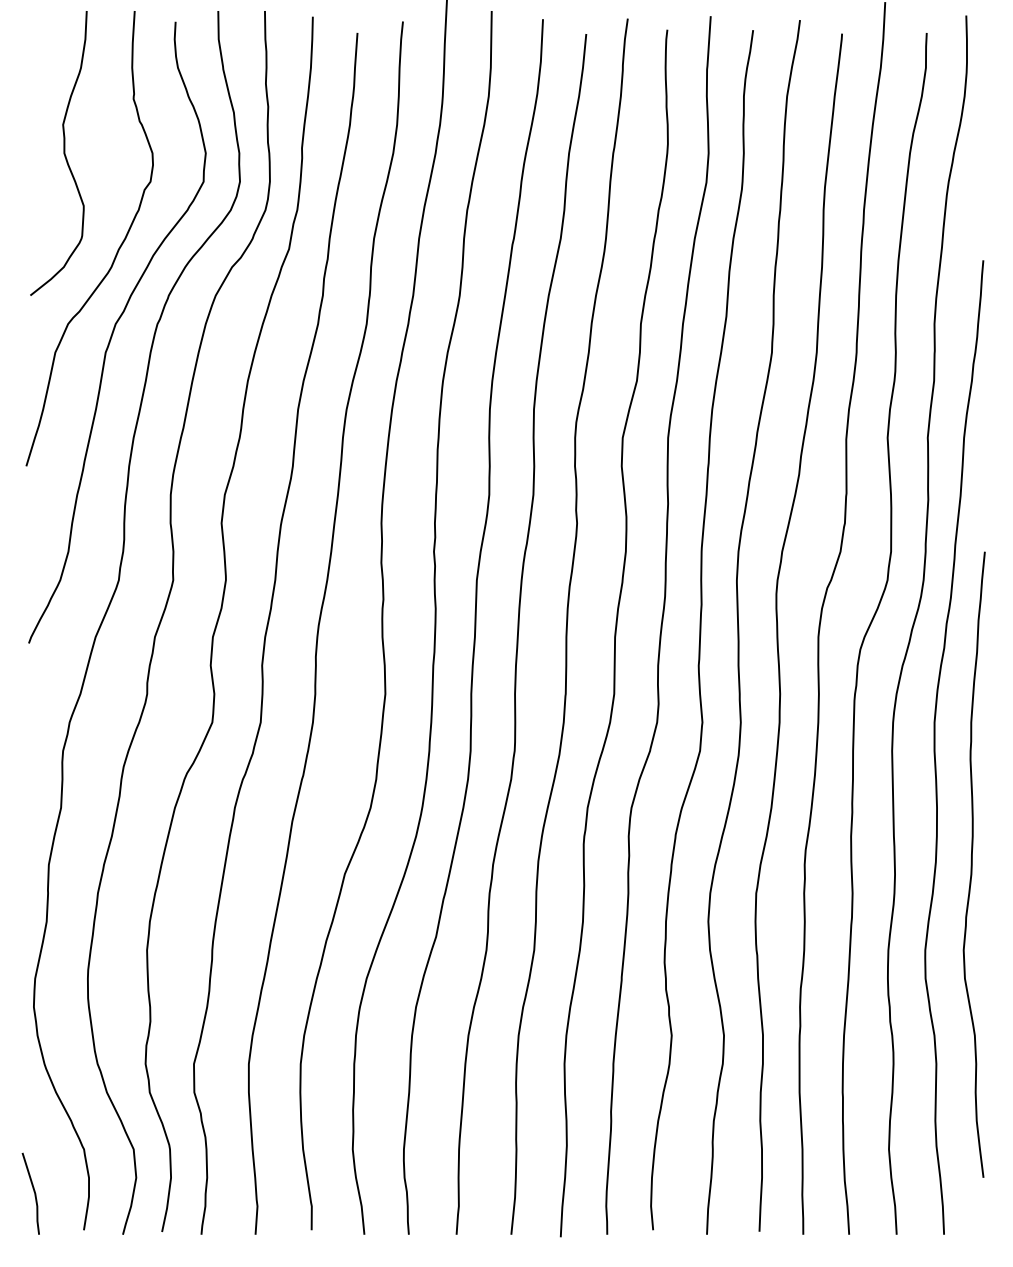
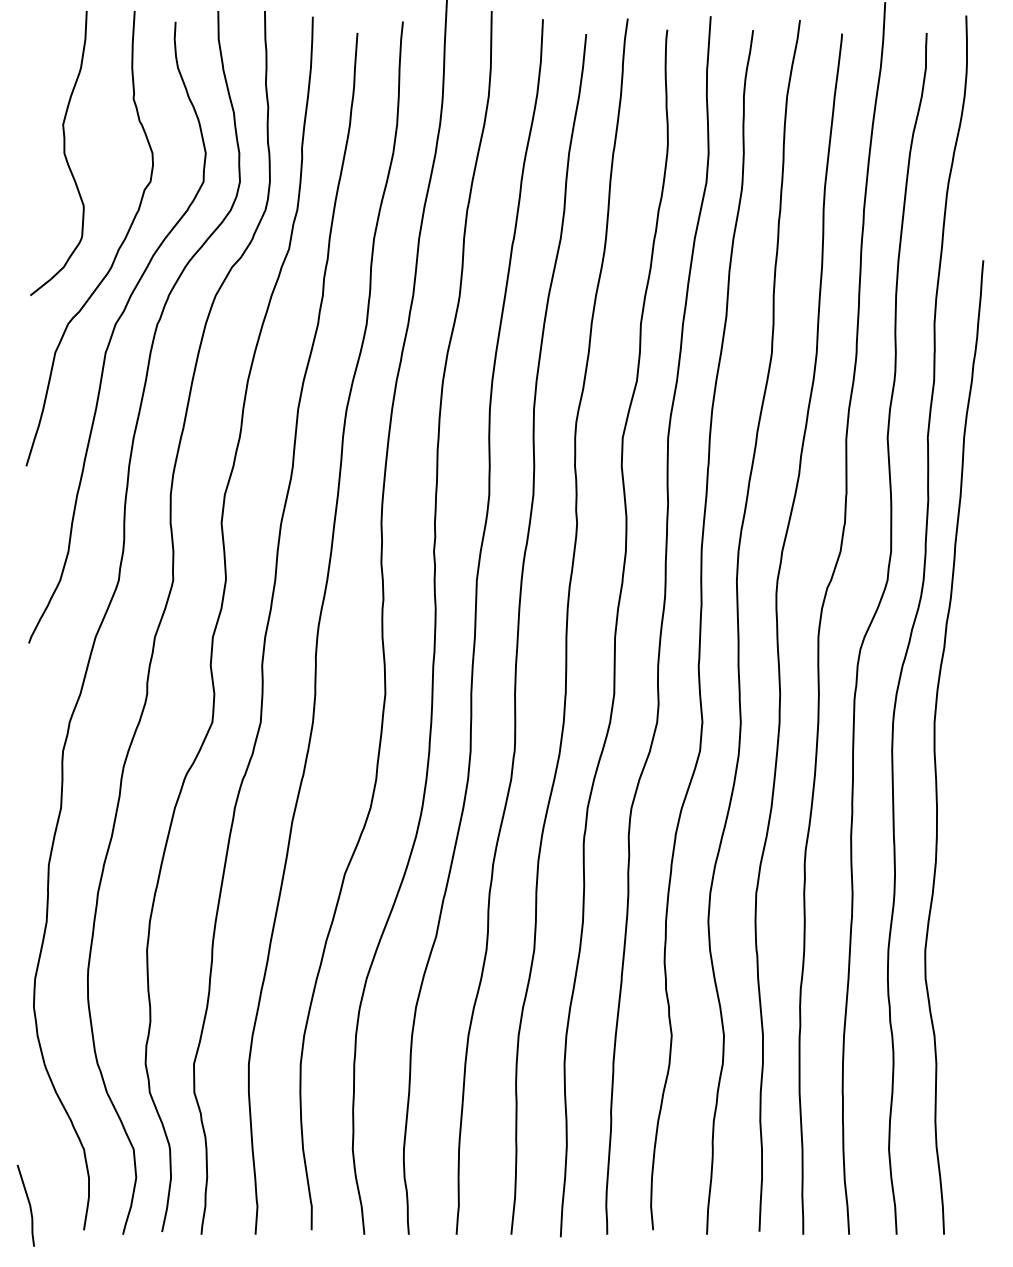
curve at (972, 864): present -> none
line at (33, 1191) position: (33, 1191) -> (28, 1203)
